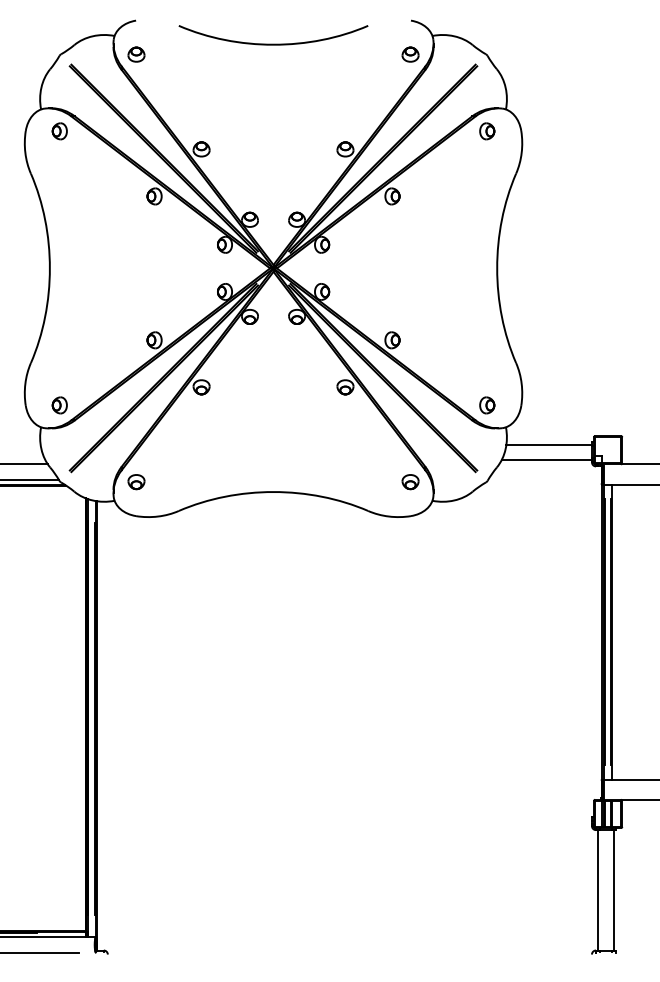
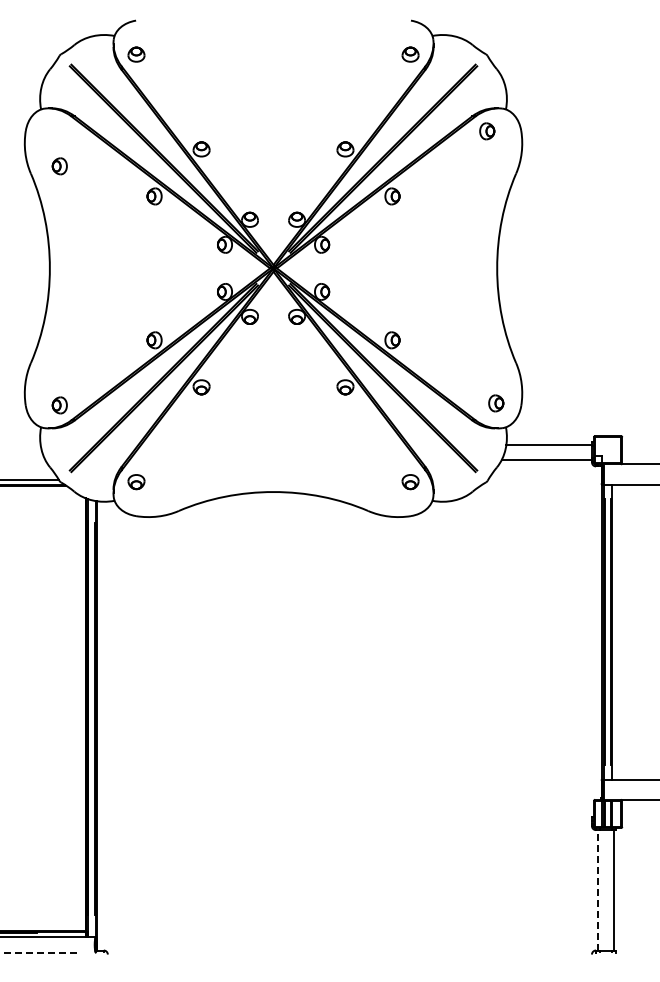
curve at (273, 43): present -> none
part at (59, 131) position: (59, 131) -> (59, 166)
part at (487, 405) position: (487, 405) -> (496, 403)
line at (24, 464): present -> none
line at (598, 889): solid -> dashed
line at (39, 952): solid -> dashed
